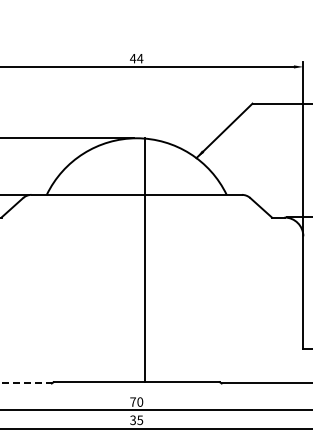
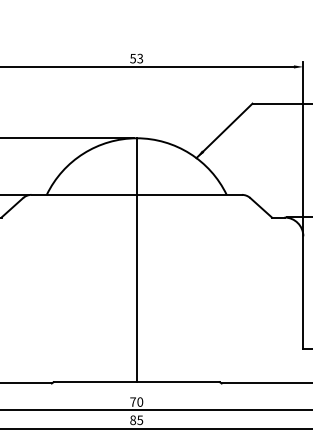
text at (136, 58): 44 -> 53
line at (144, 260) position: (144, 260) -> (136, 260)
line at (25, 383): dashed -> solid
text at (133, 419): 35 -> 85
